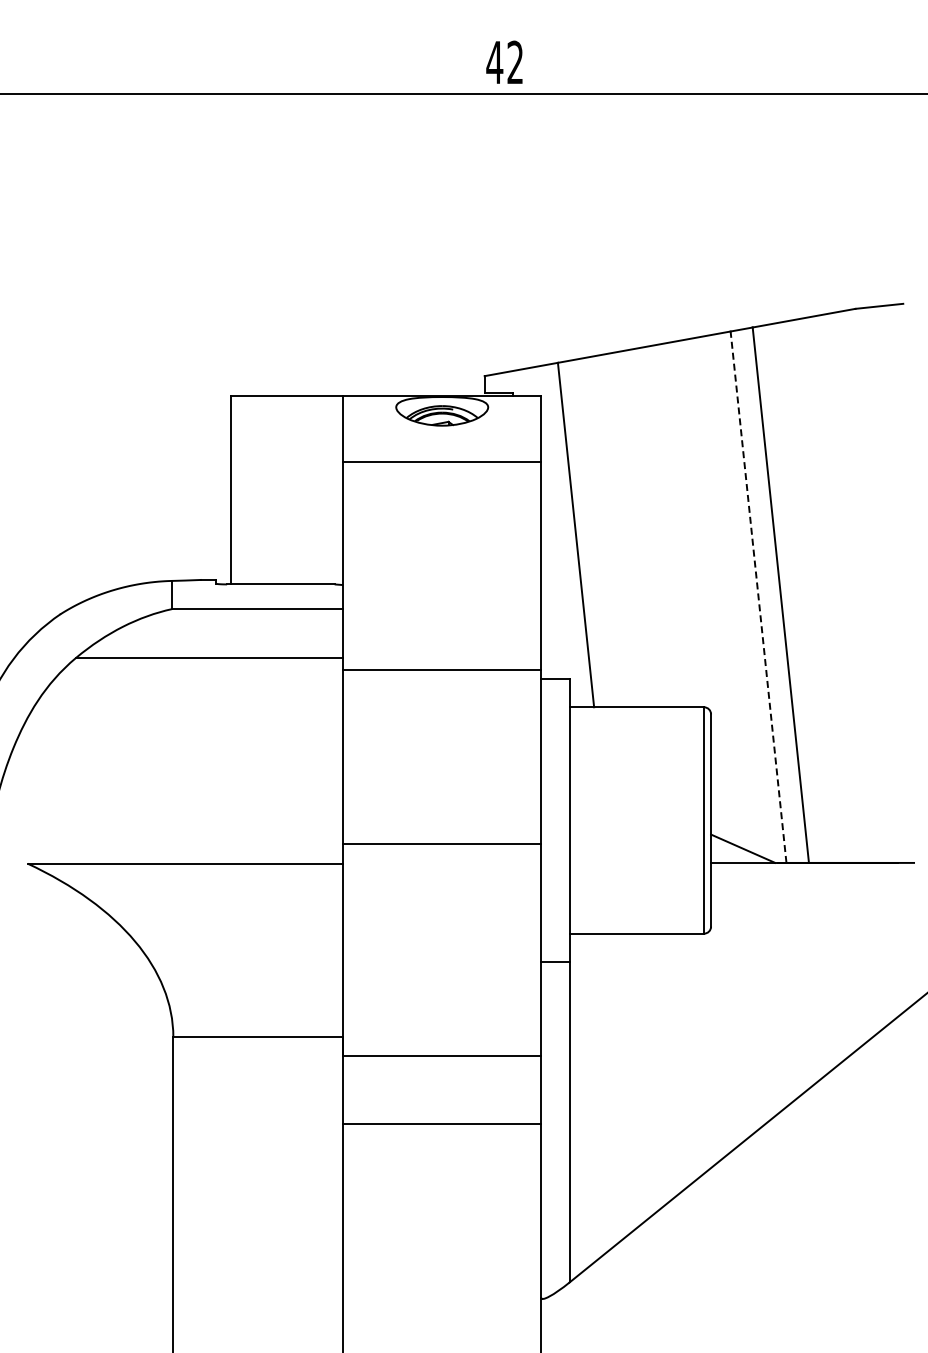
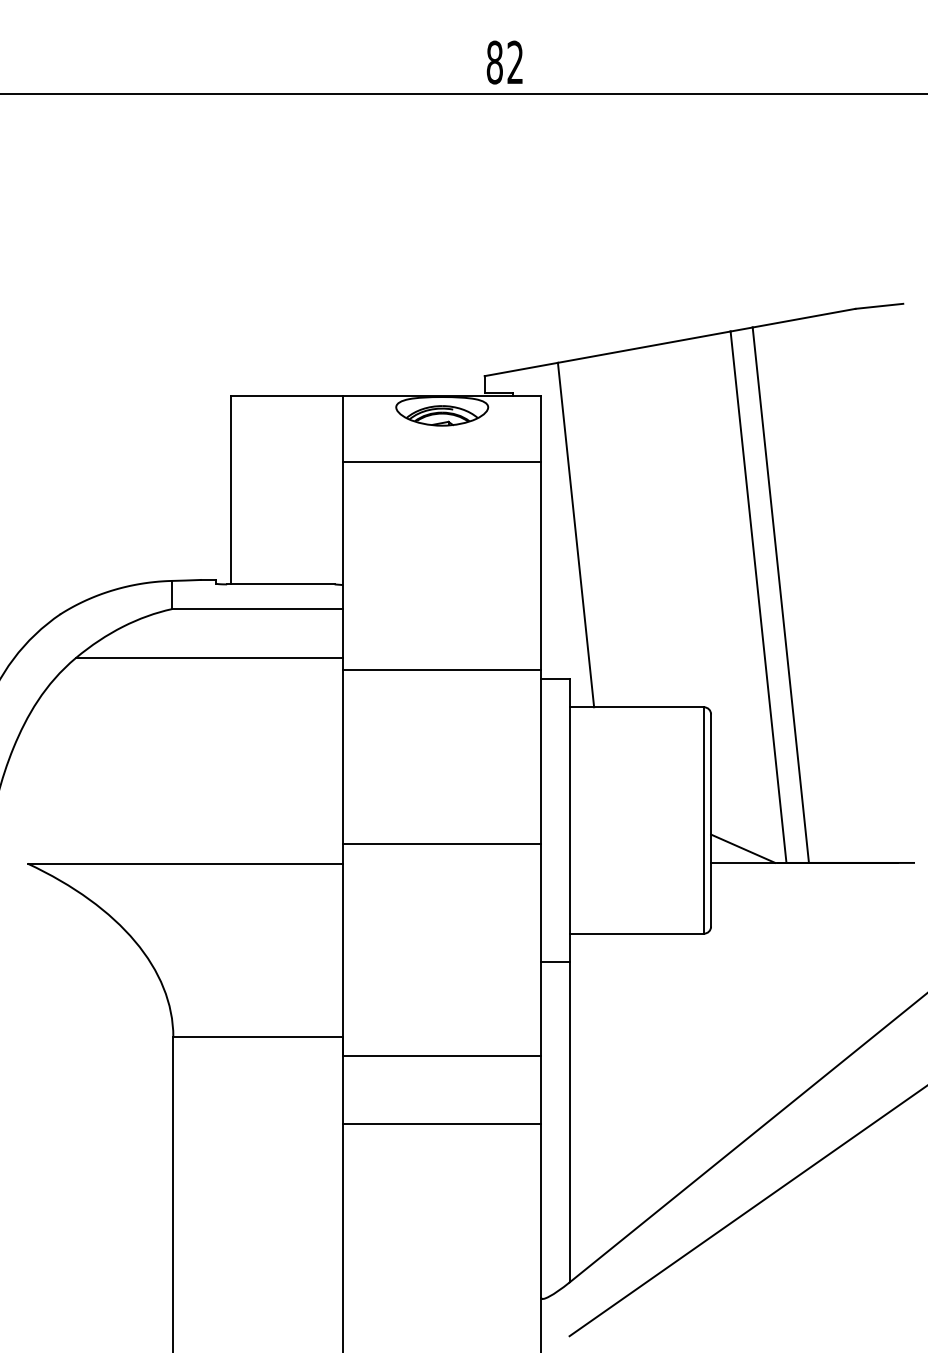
text at (494, 62): 42 -> 82
line at (758, 596): dashed -> solid
line at (746, 1211): none -> present
